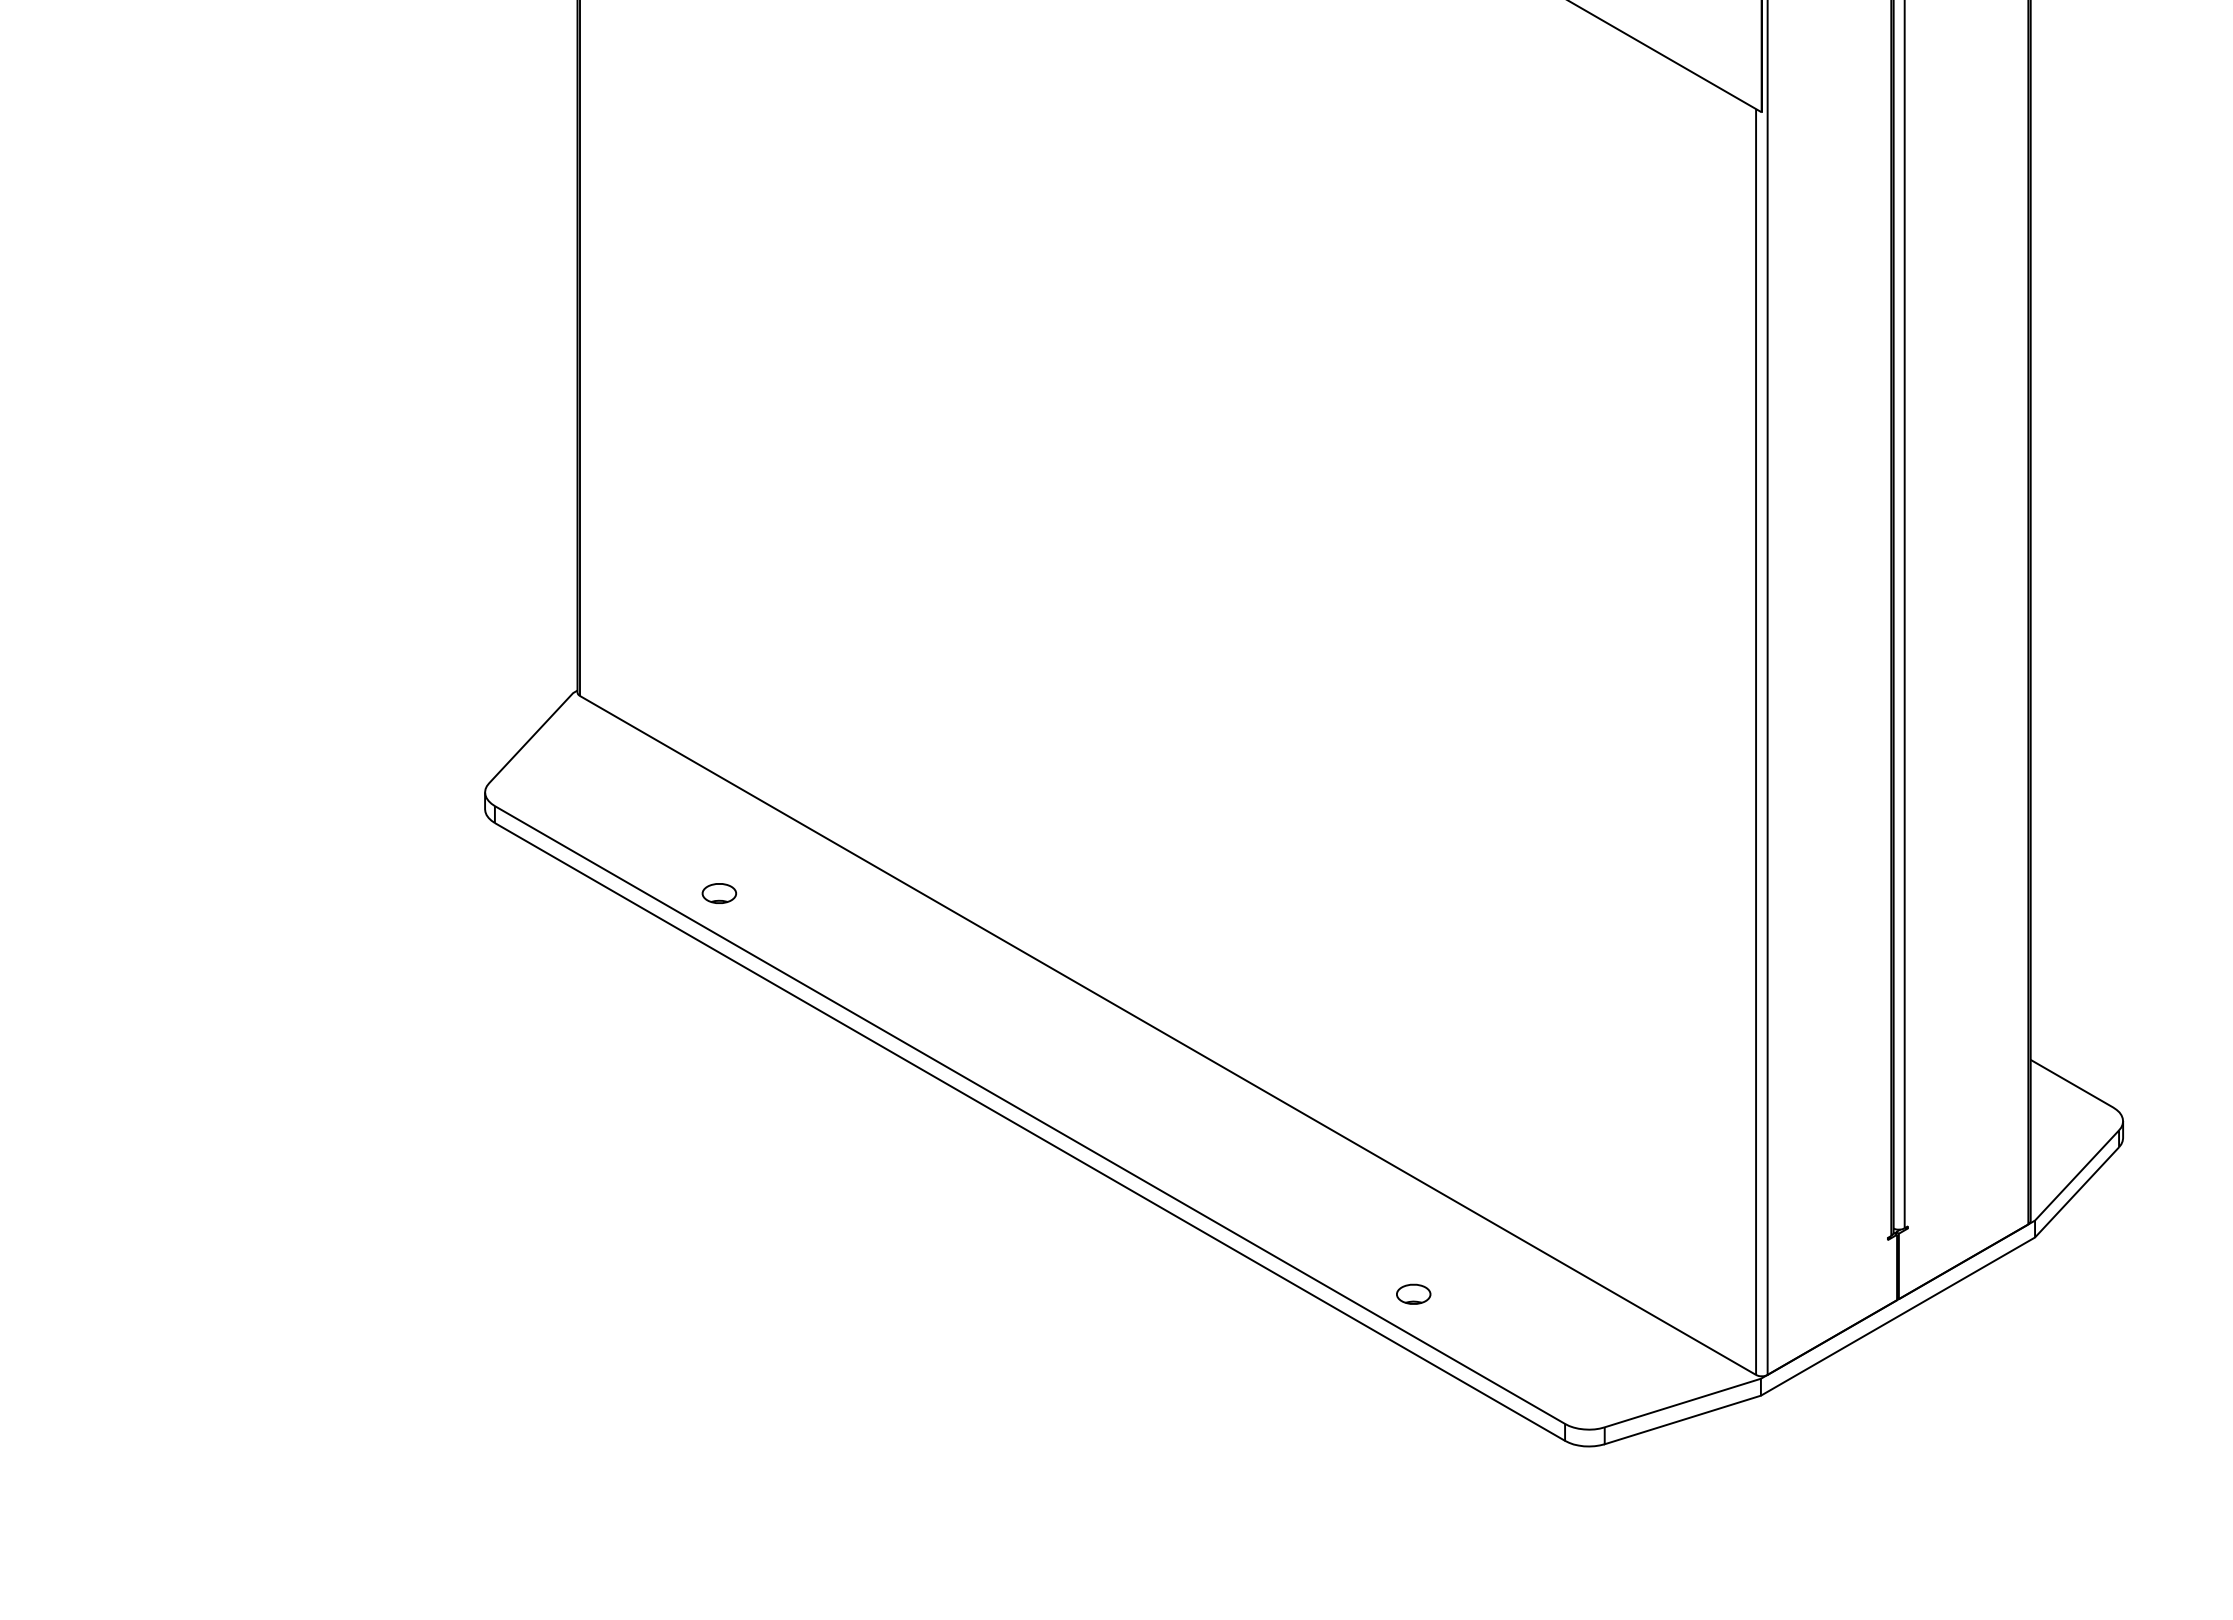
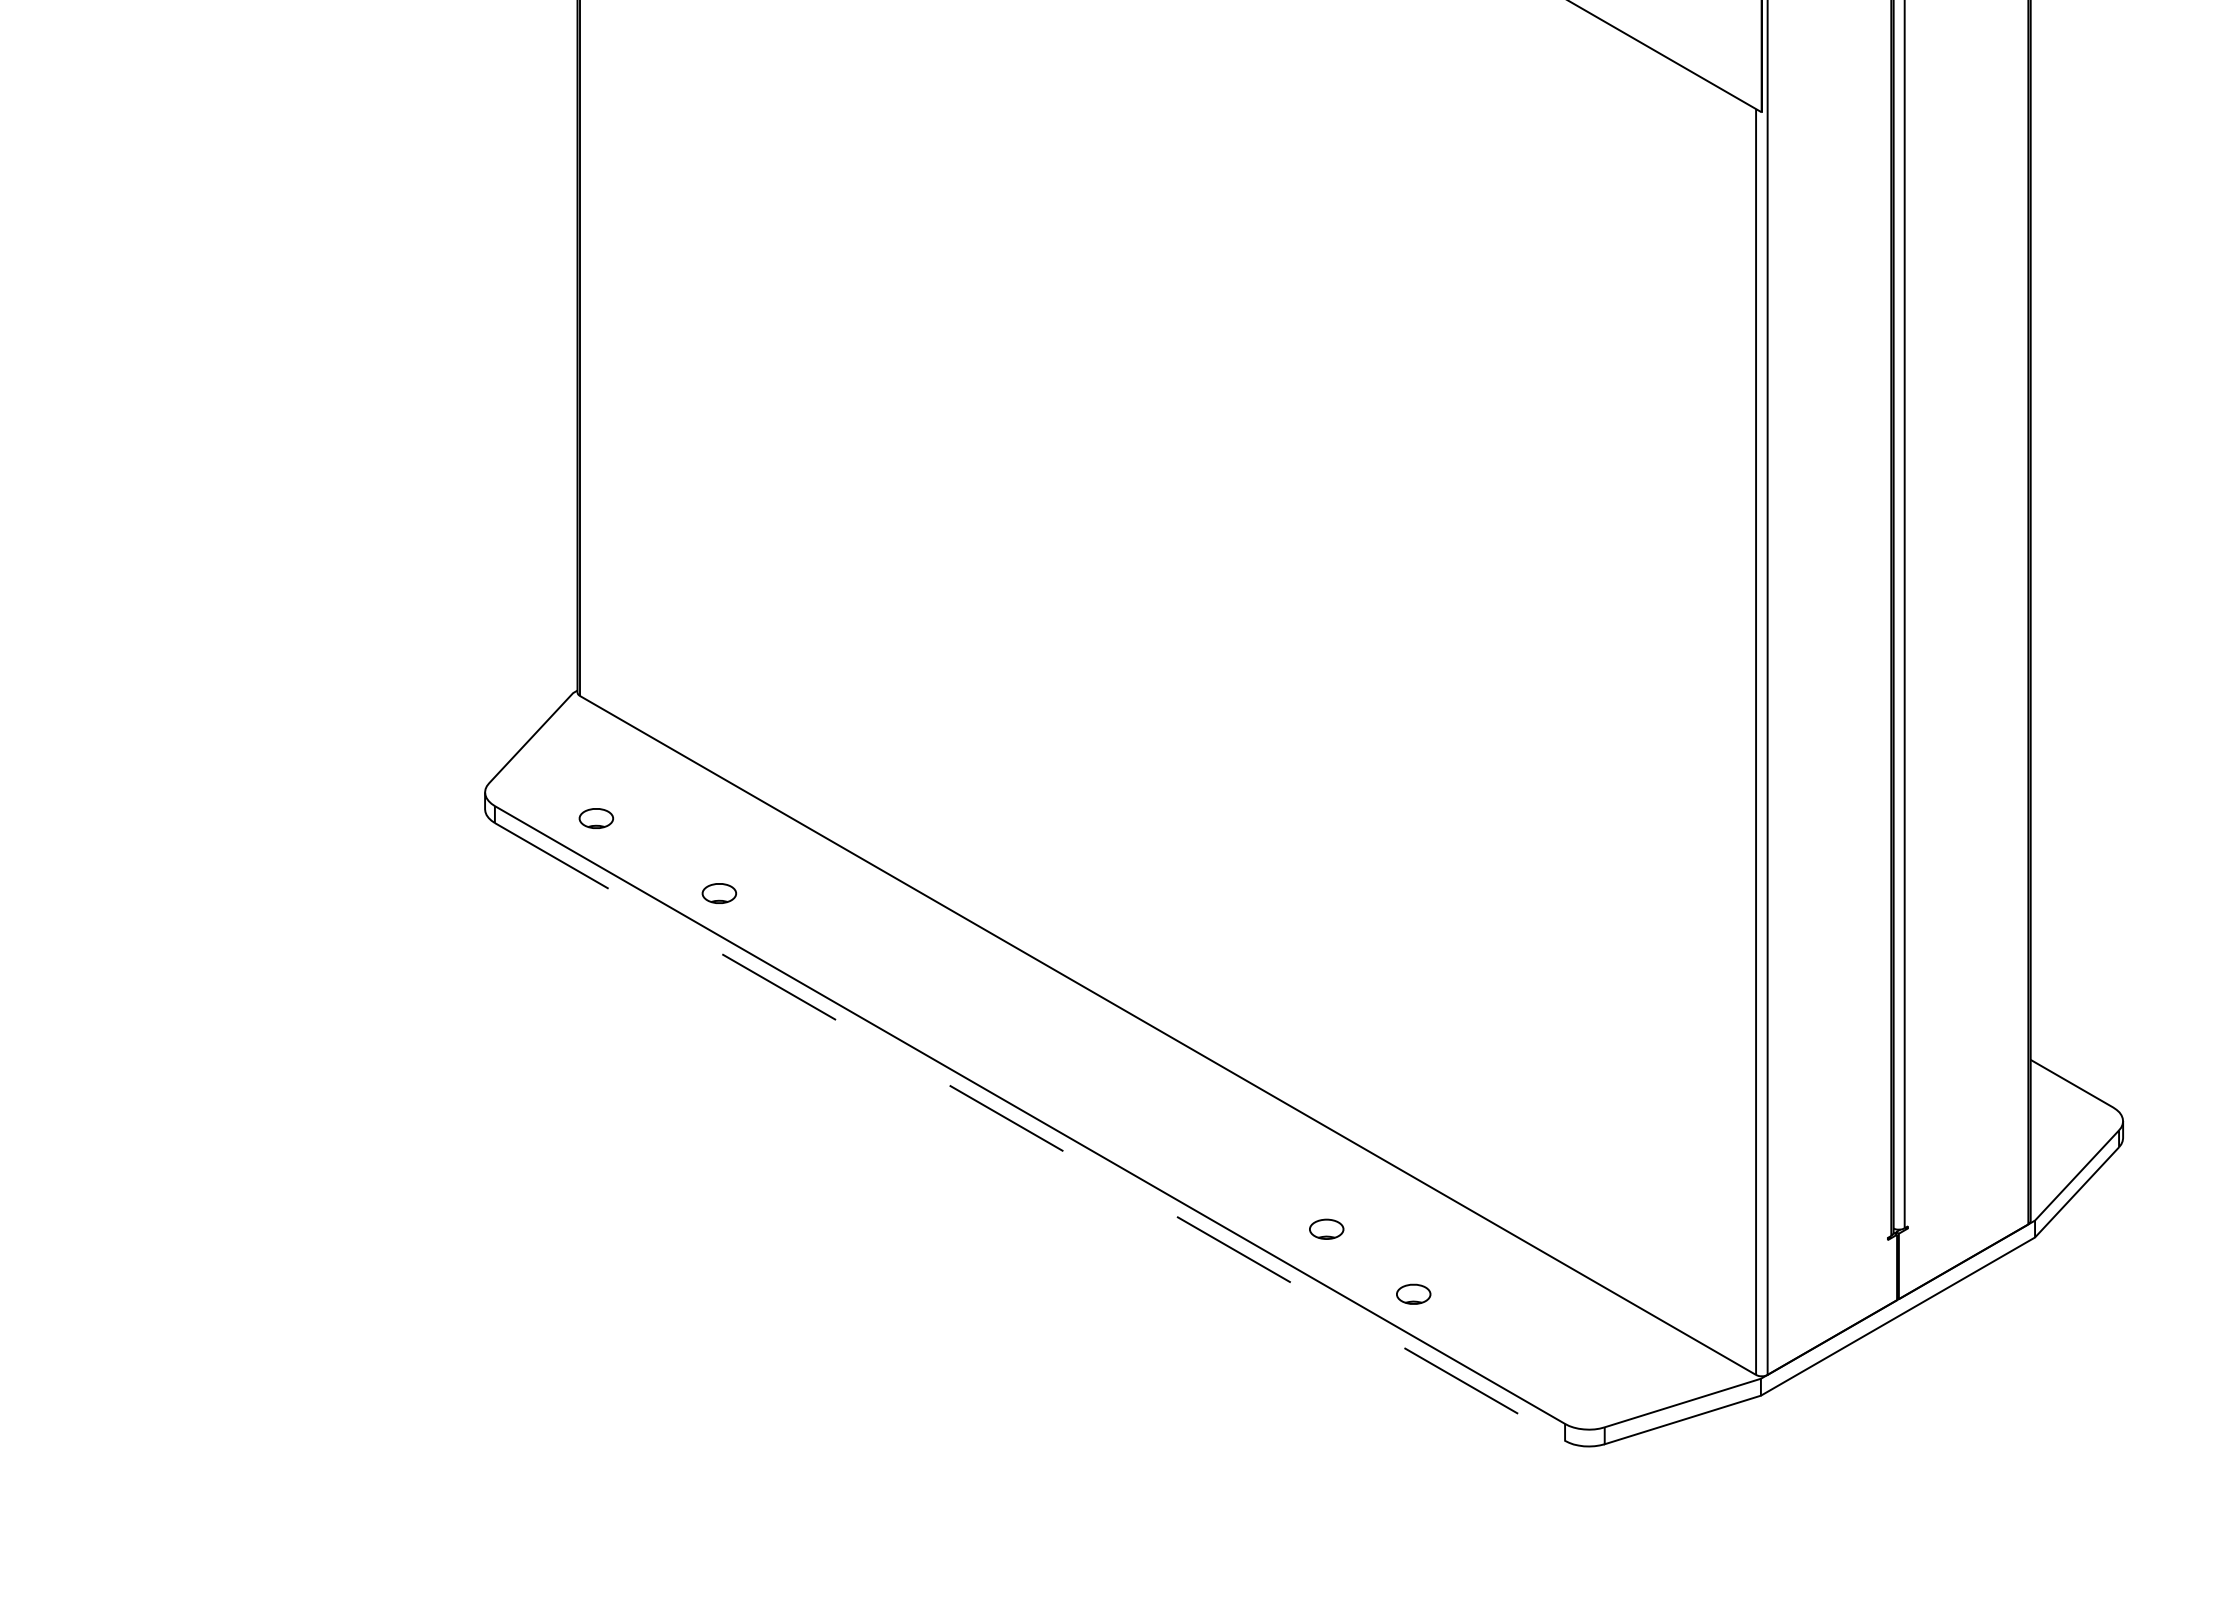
part at (596, 818): none -> present
line at (1030, 1131): solid -> dashed
part at (1326, 1228): none -> present
